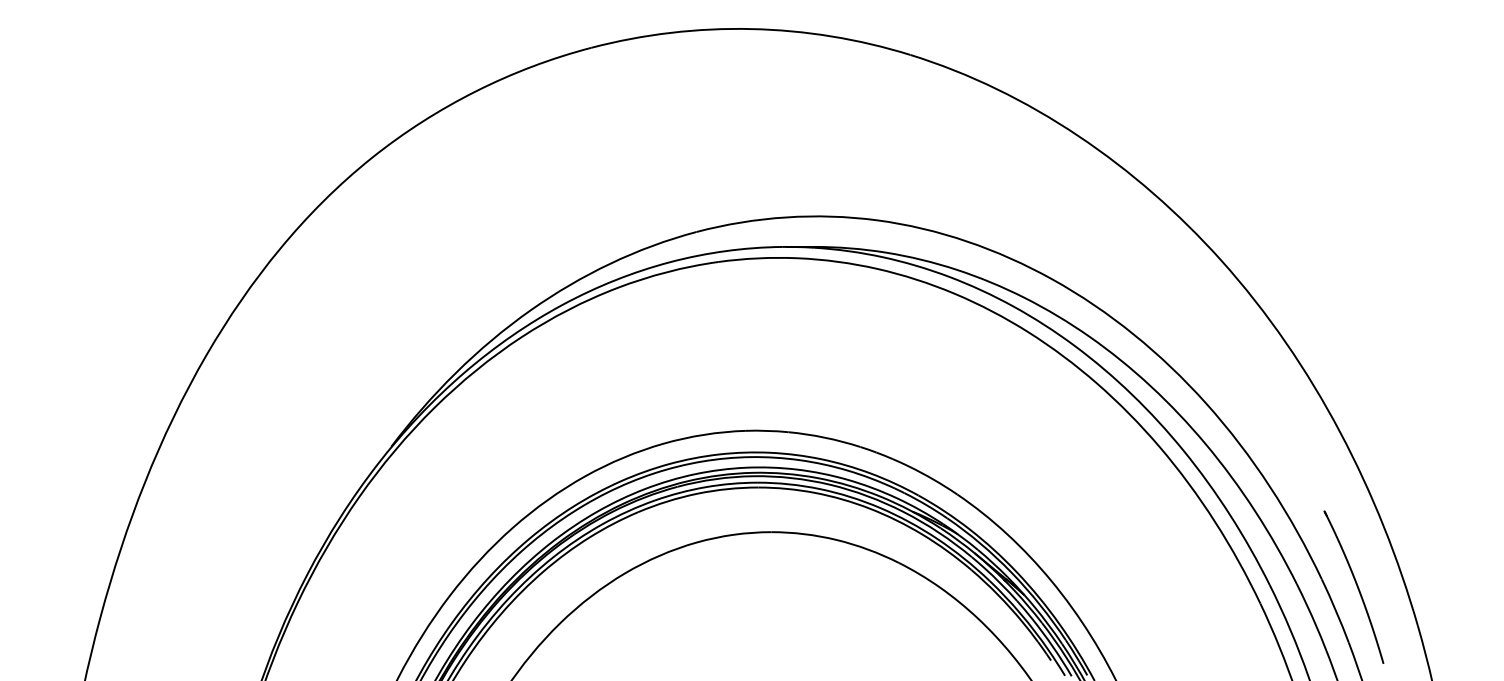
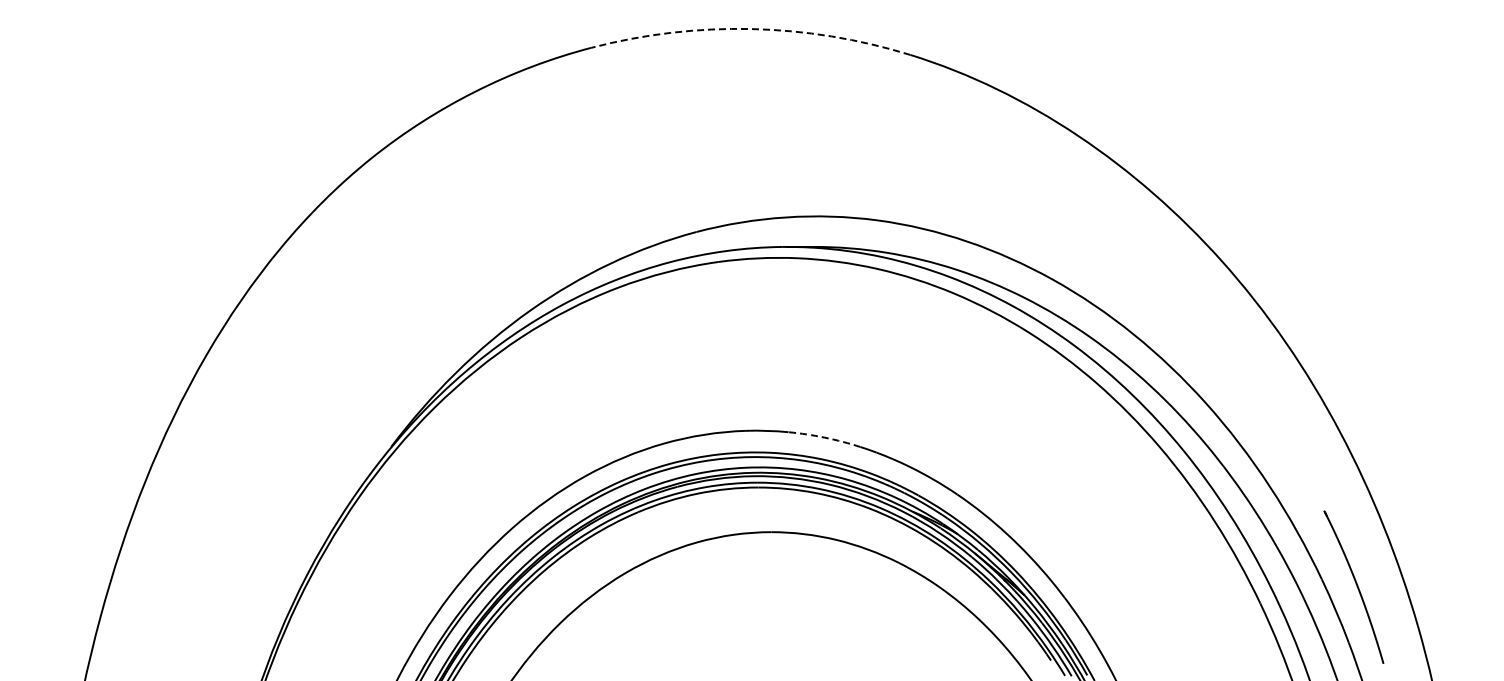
arc at (751, 29): solid -> dashed
arc at (824, 437): solid -> dashed
